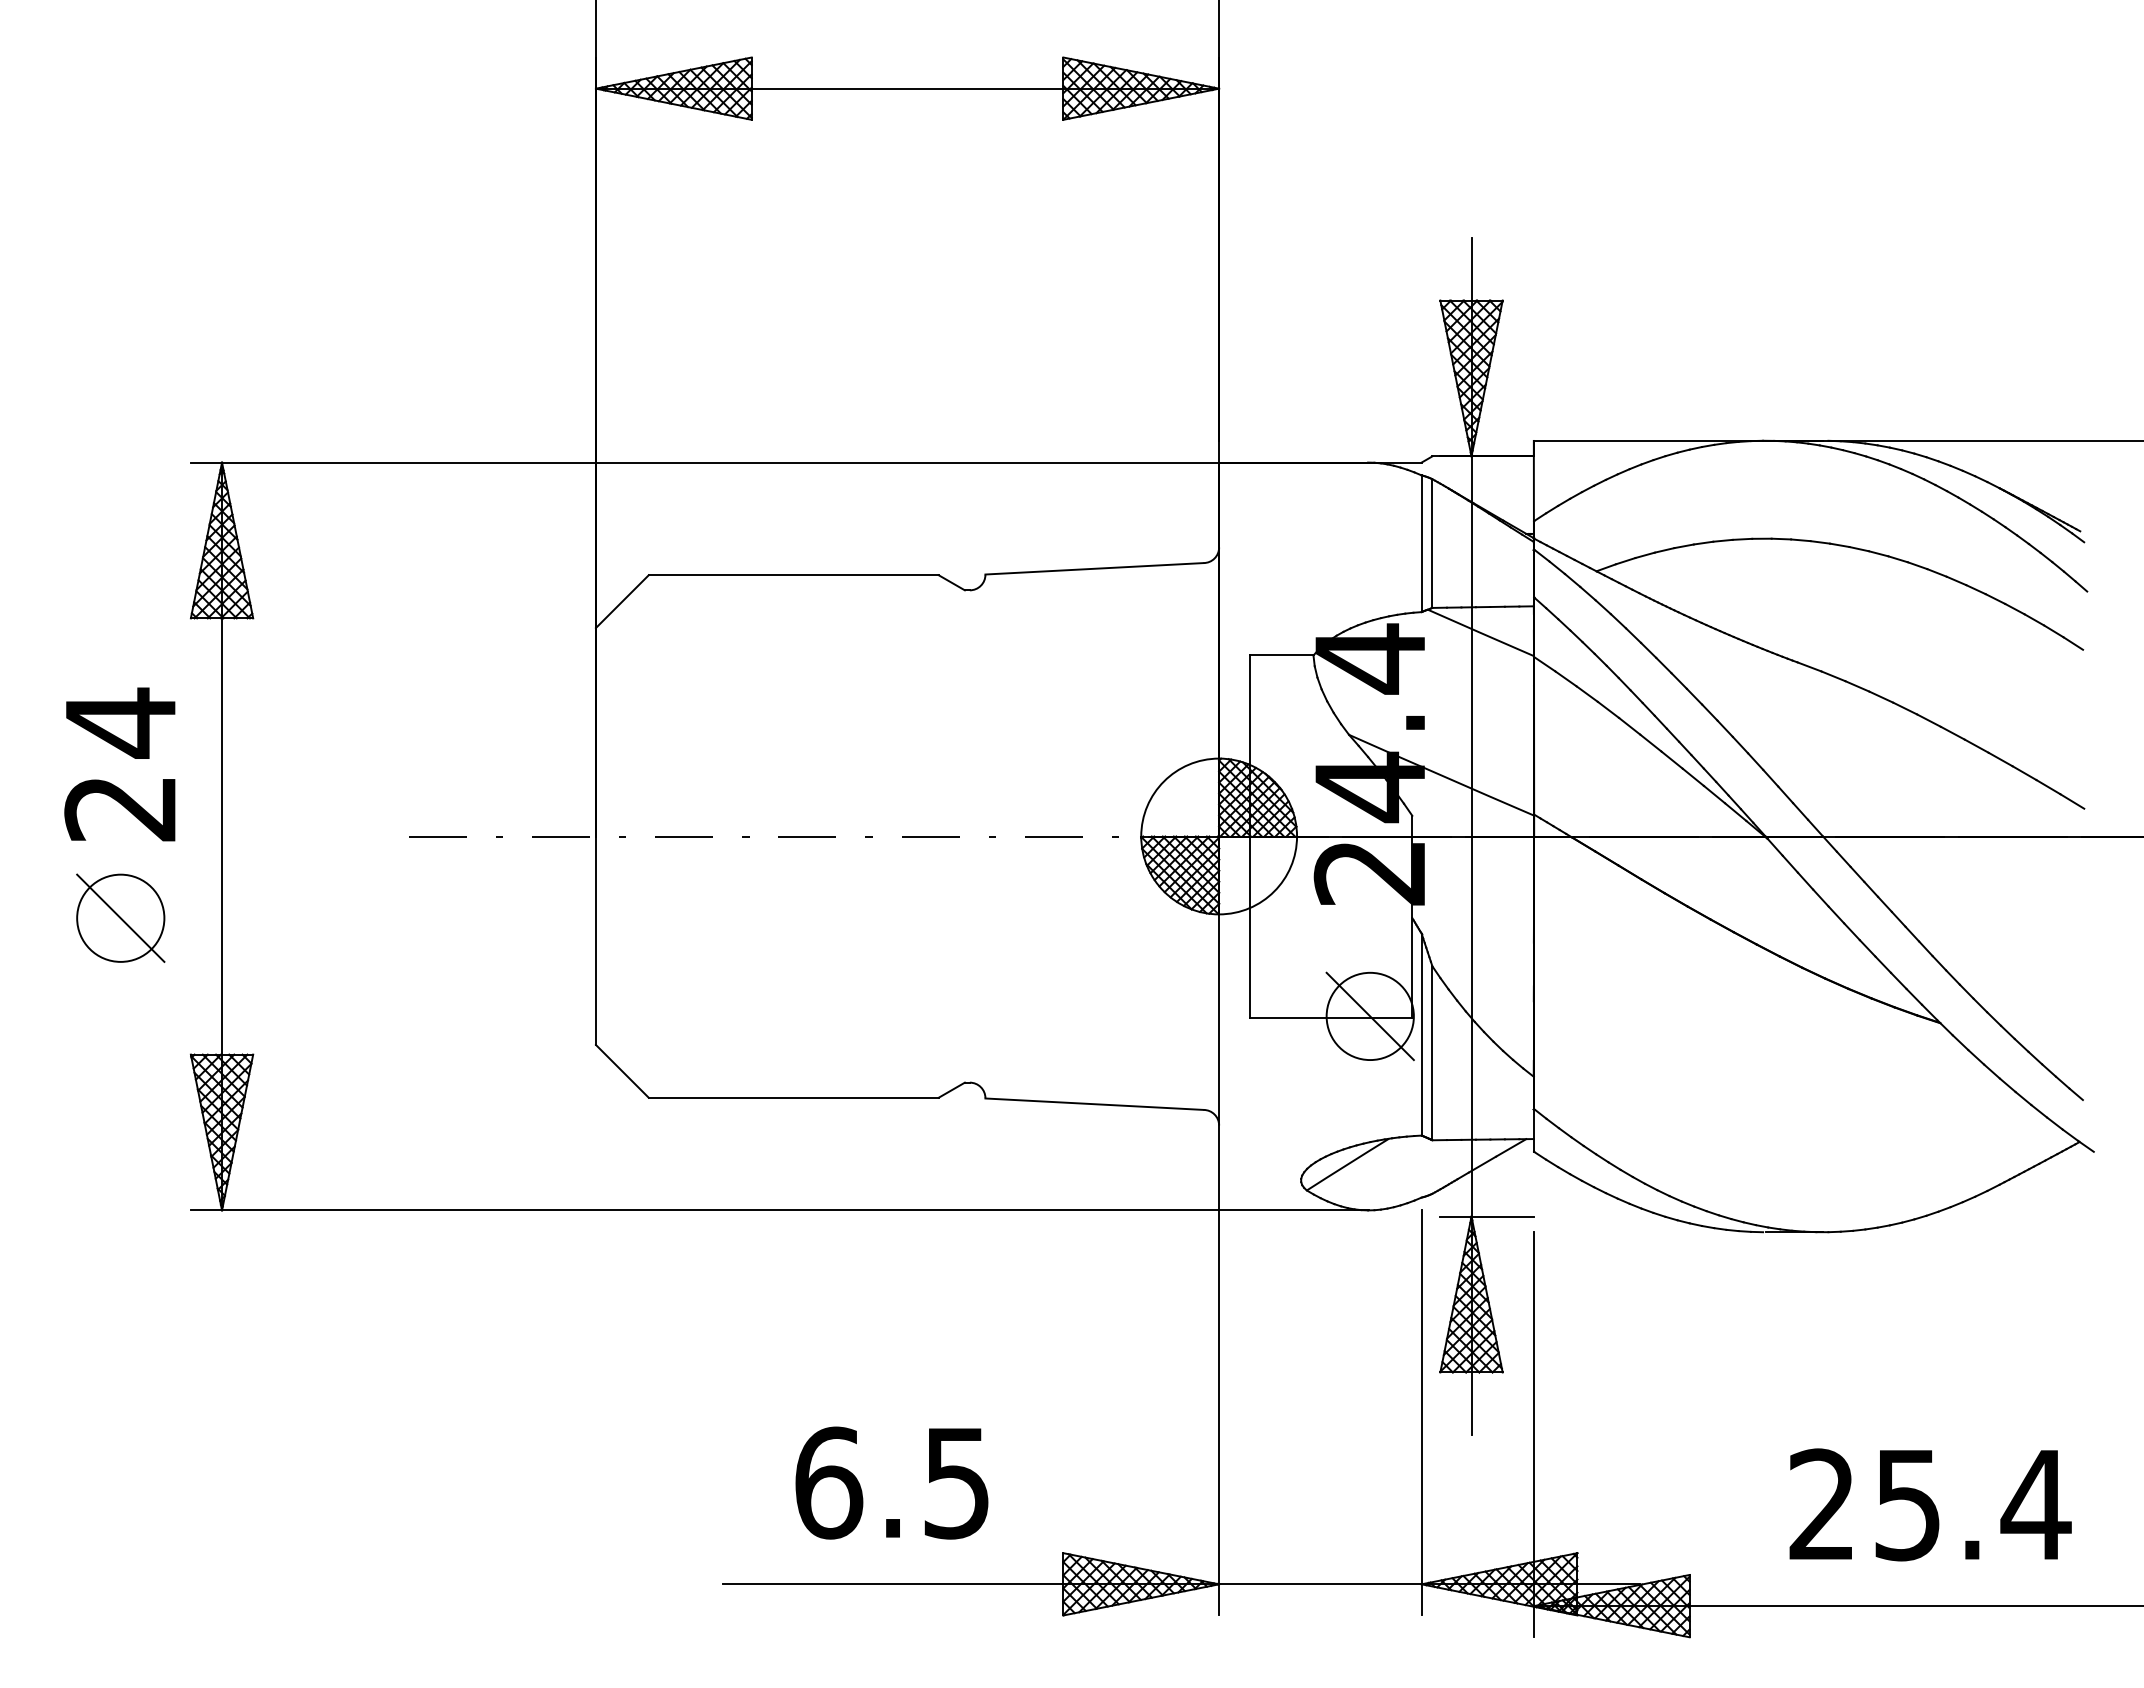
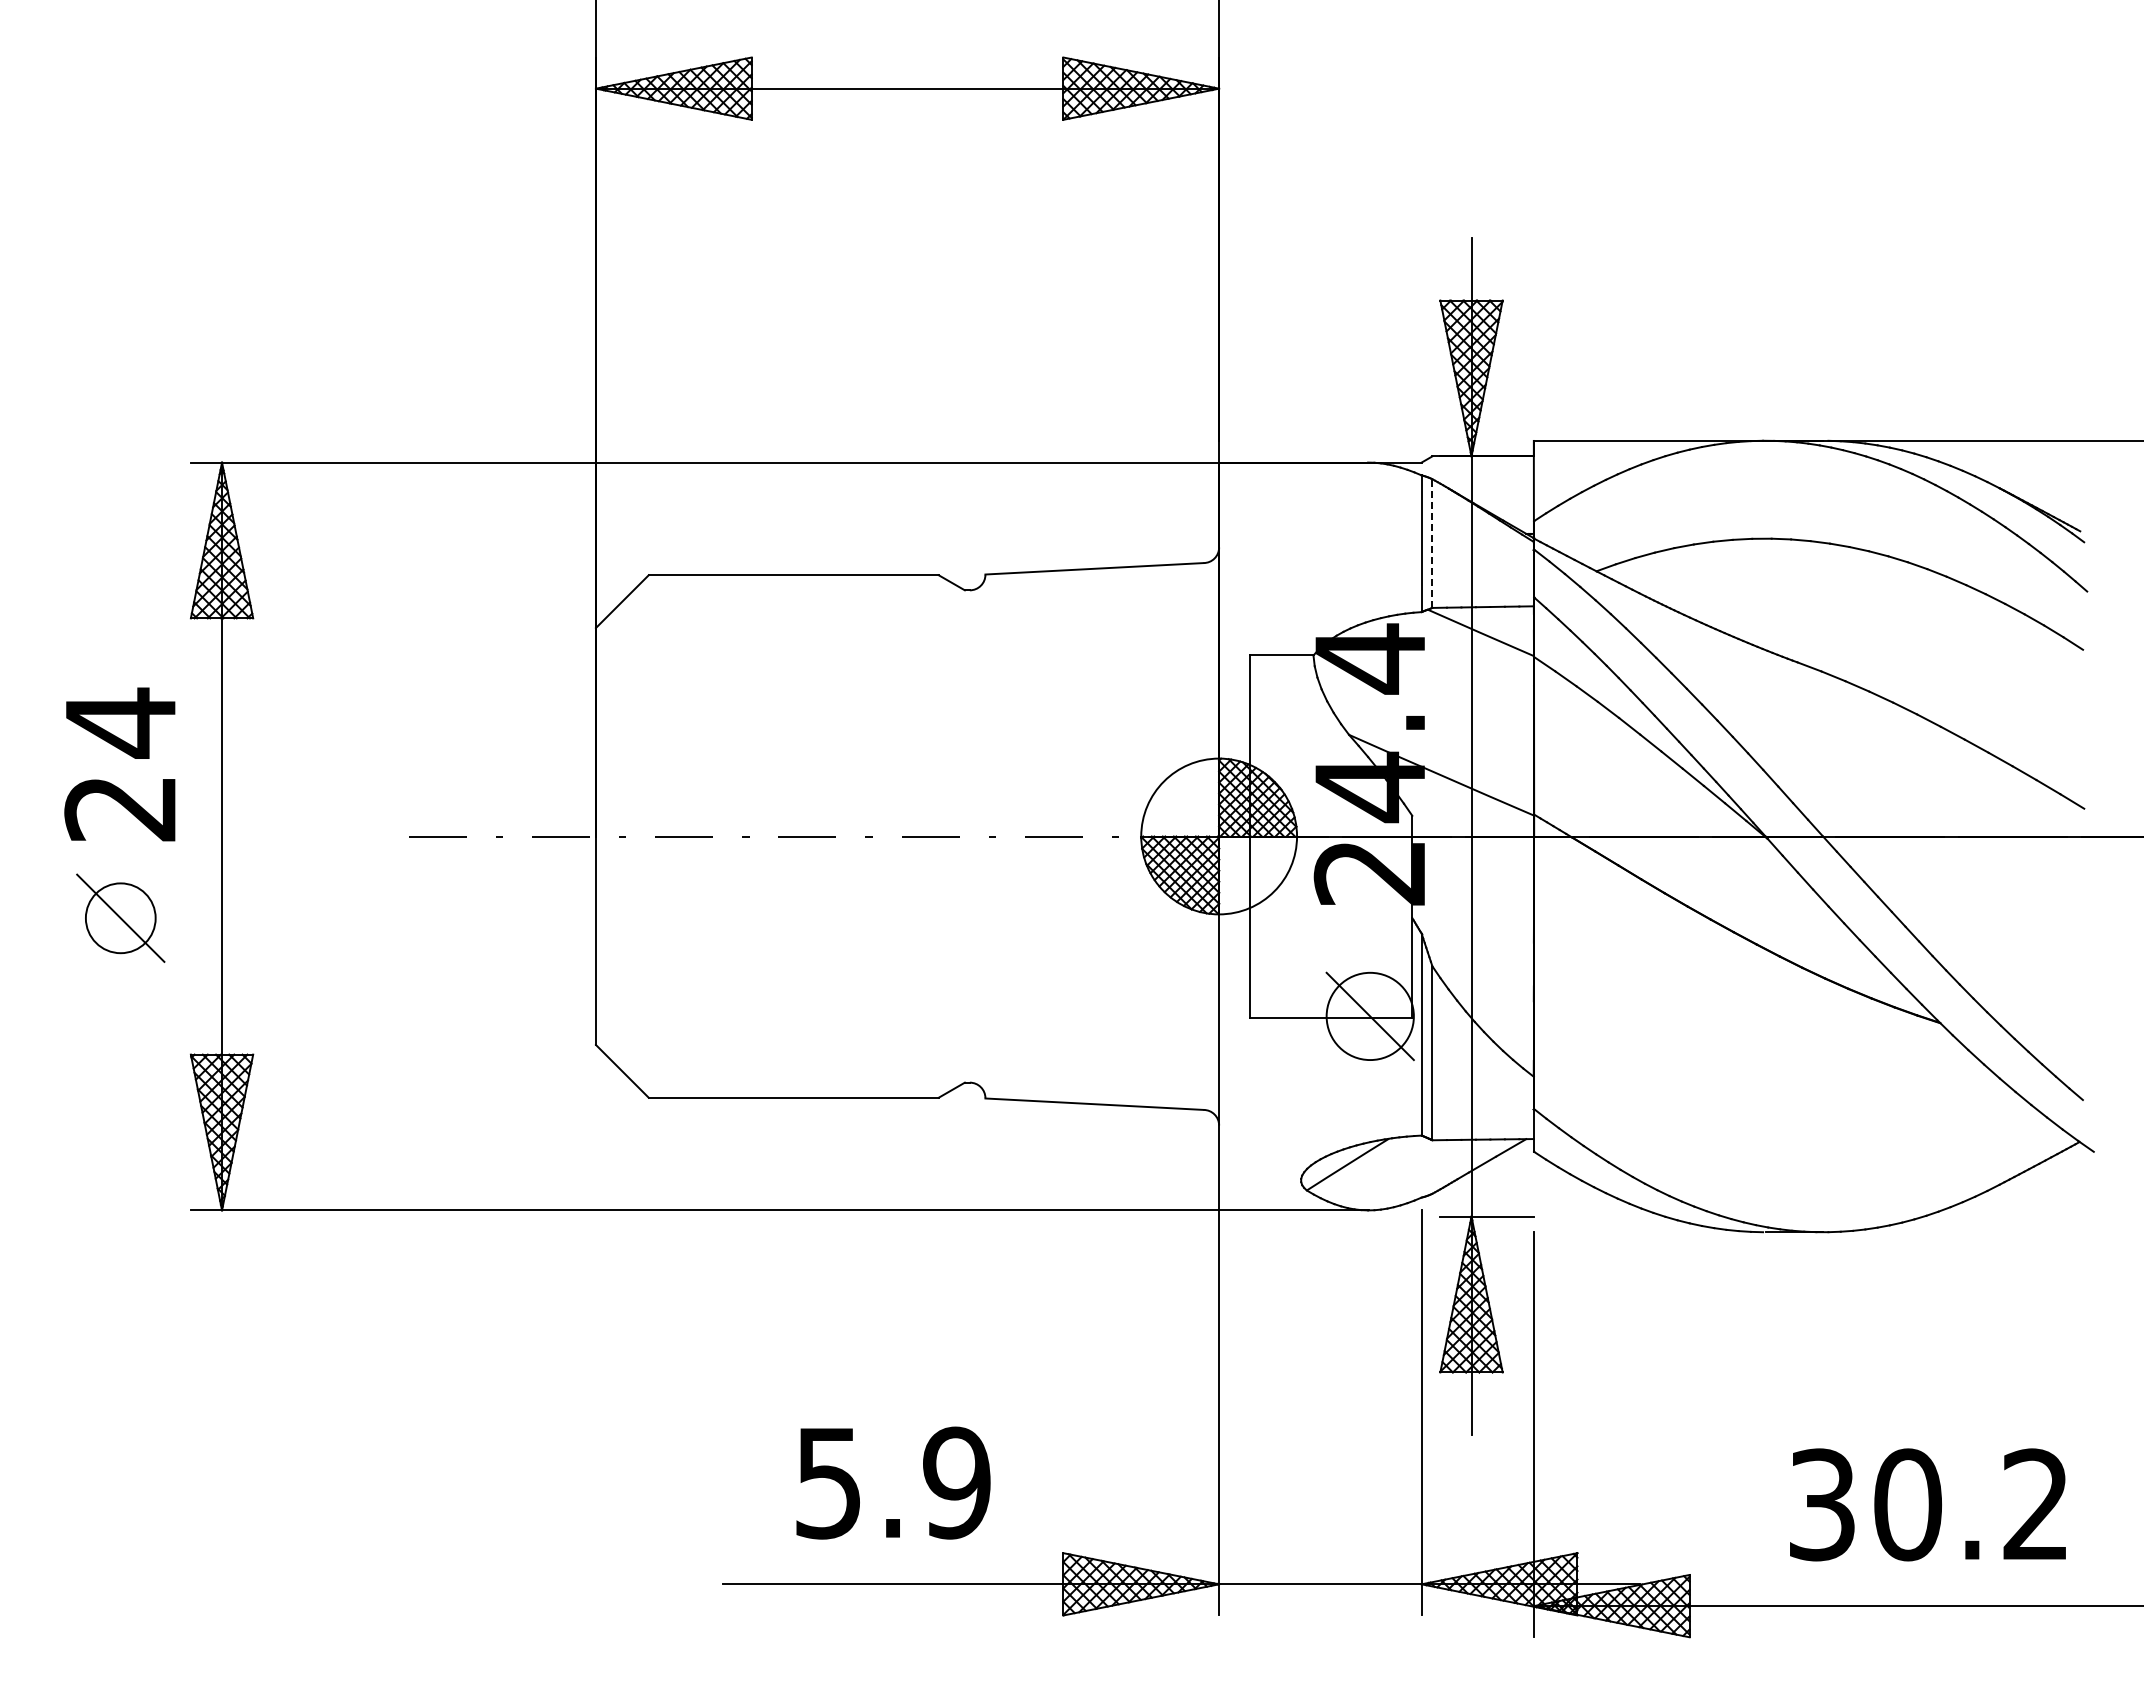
line at (1432, 543): solid -> dashed
circle at (120, 917) diameter: 87 px -> 70 px
text at (892, 1482): 6.5 -> 5.9
text at (1930, 1504): 25.4 -> 30.2
